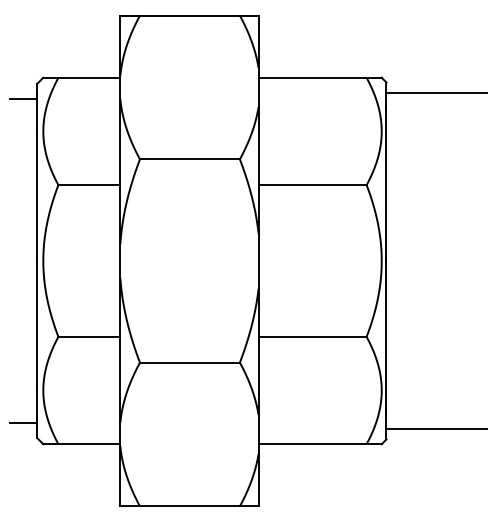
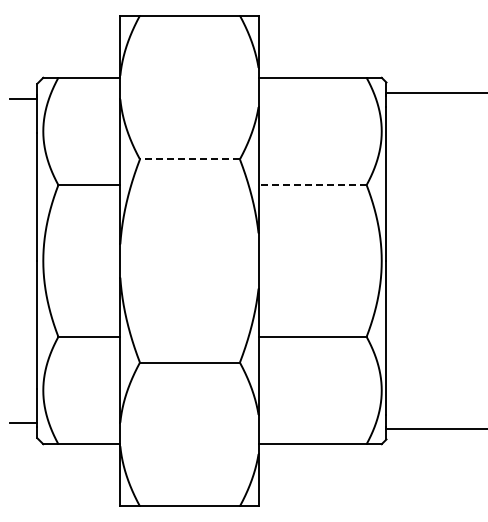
line at (189, 159): solid -> dashed
line at (312, 185): solid -> dashed
